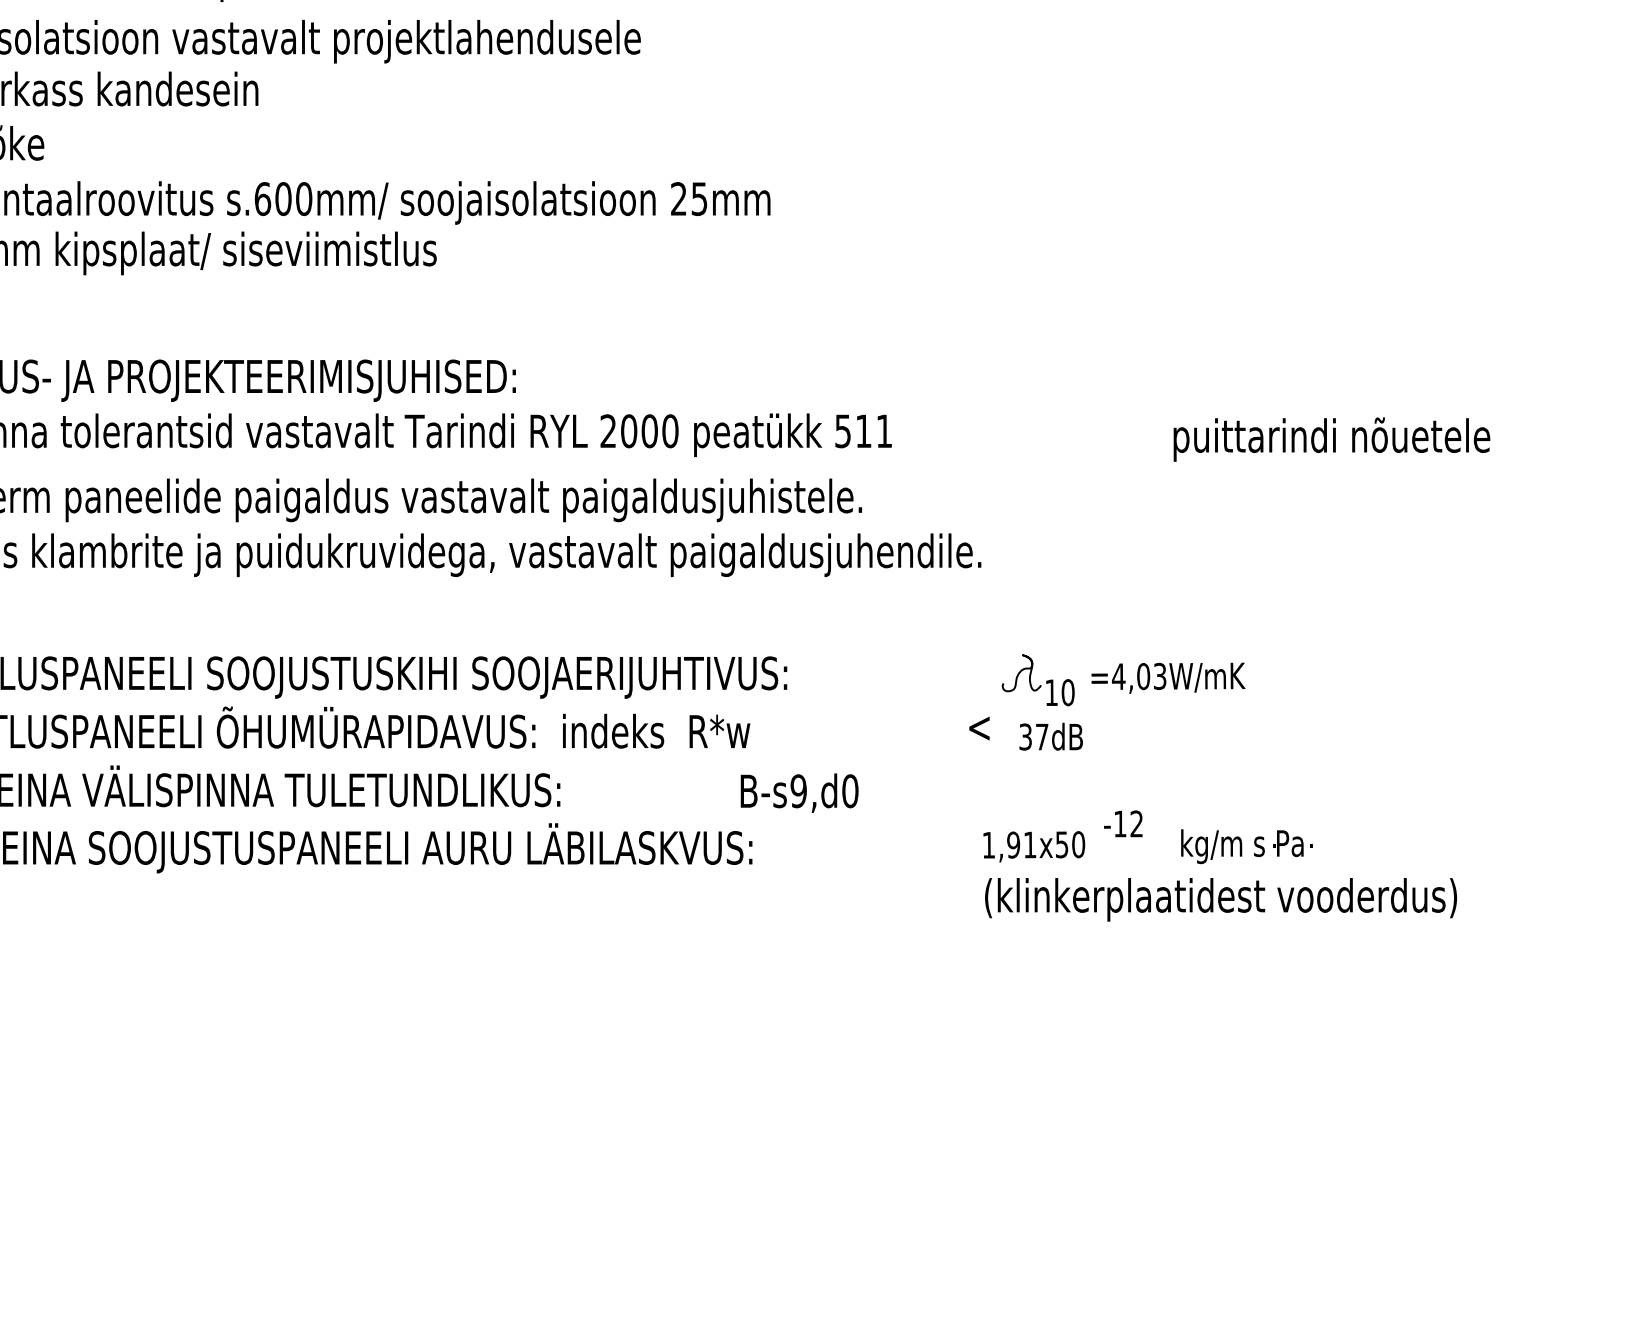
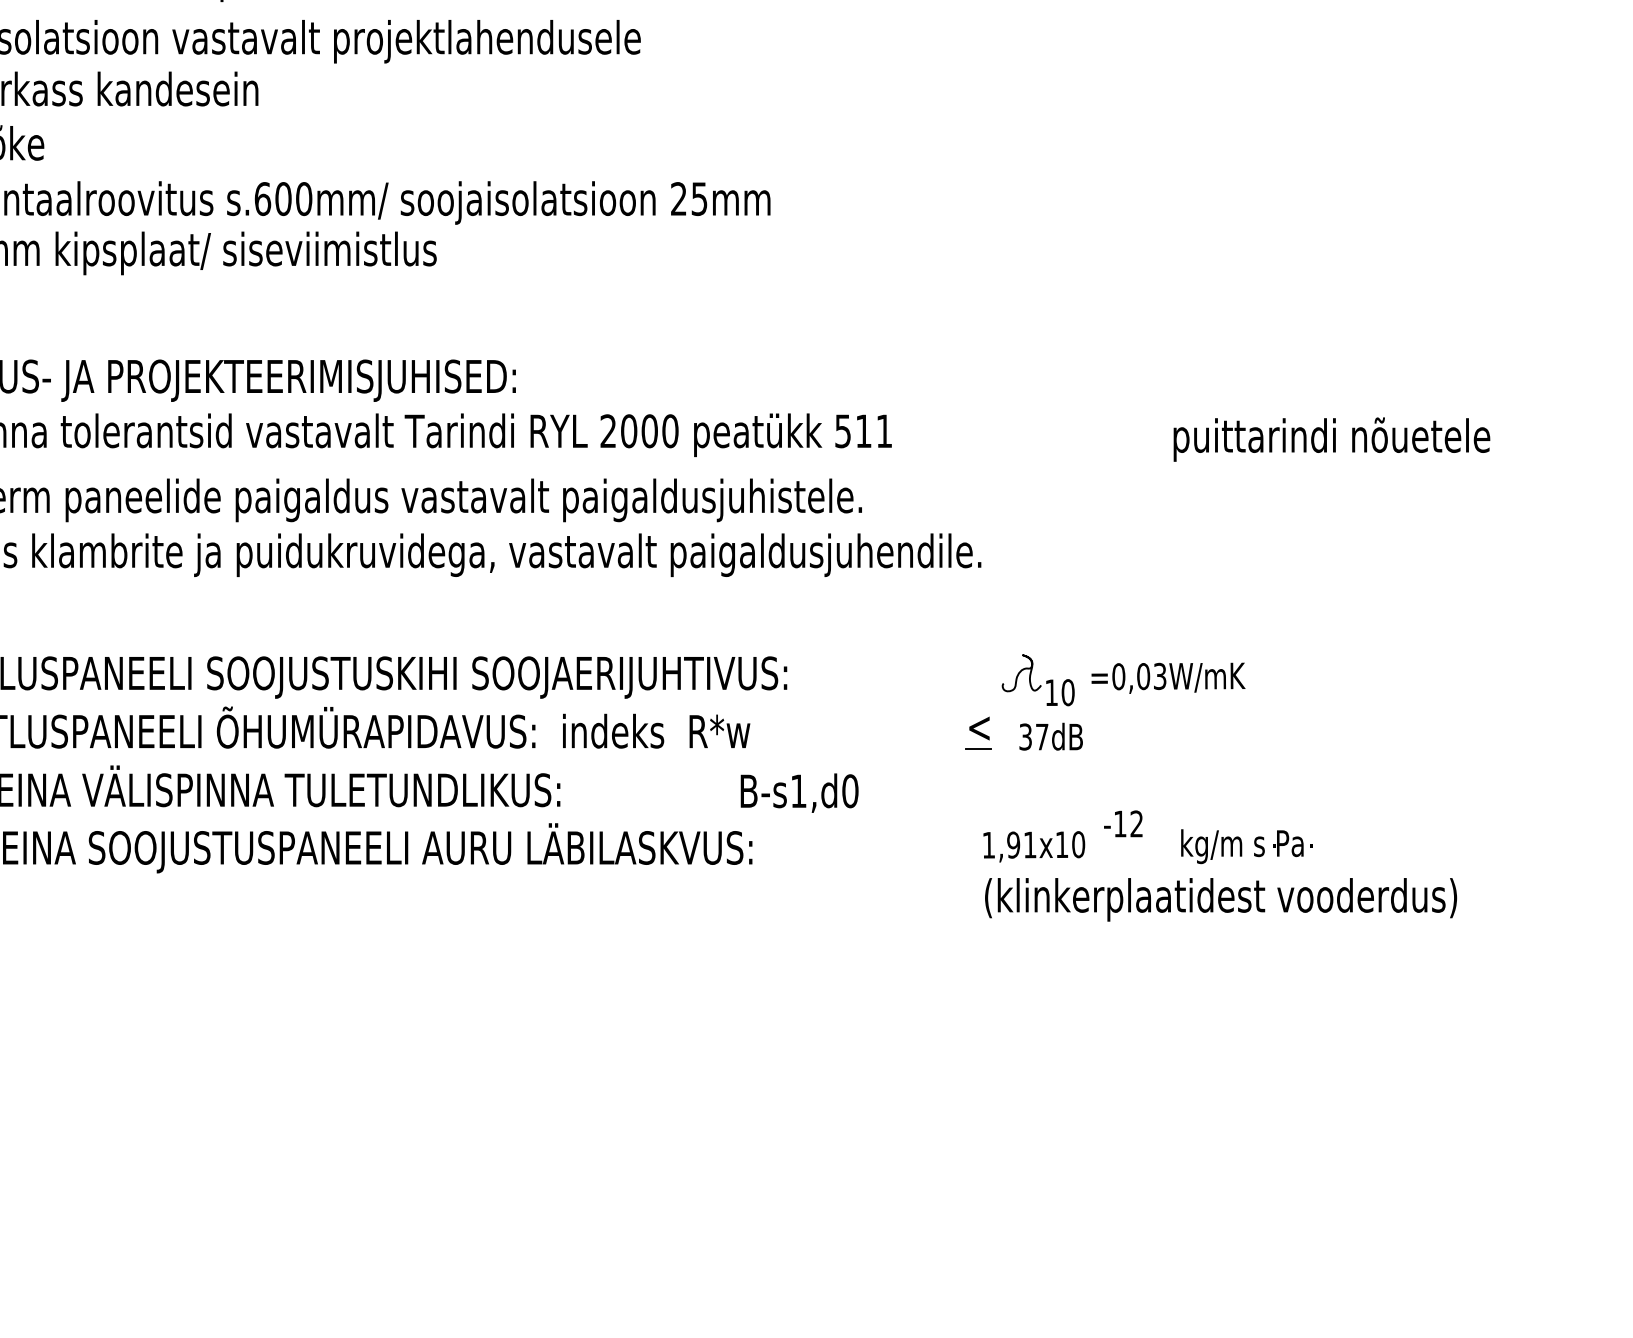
text at (1118, 676): =4,03W/mK -> =0,03W/mK
line at (977, 749): none -> present
text at (798, 791): B-s9,d0 -> B-s1,d0
text at (1062, 844): 1,91x50 -> 1,91x10
